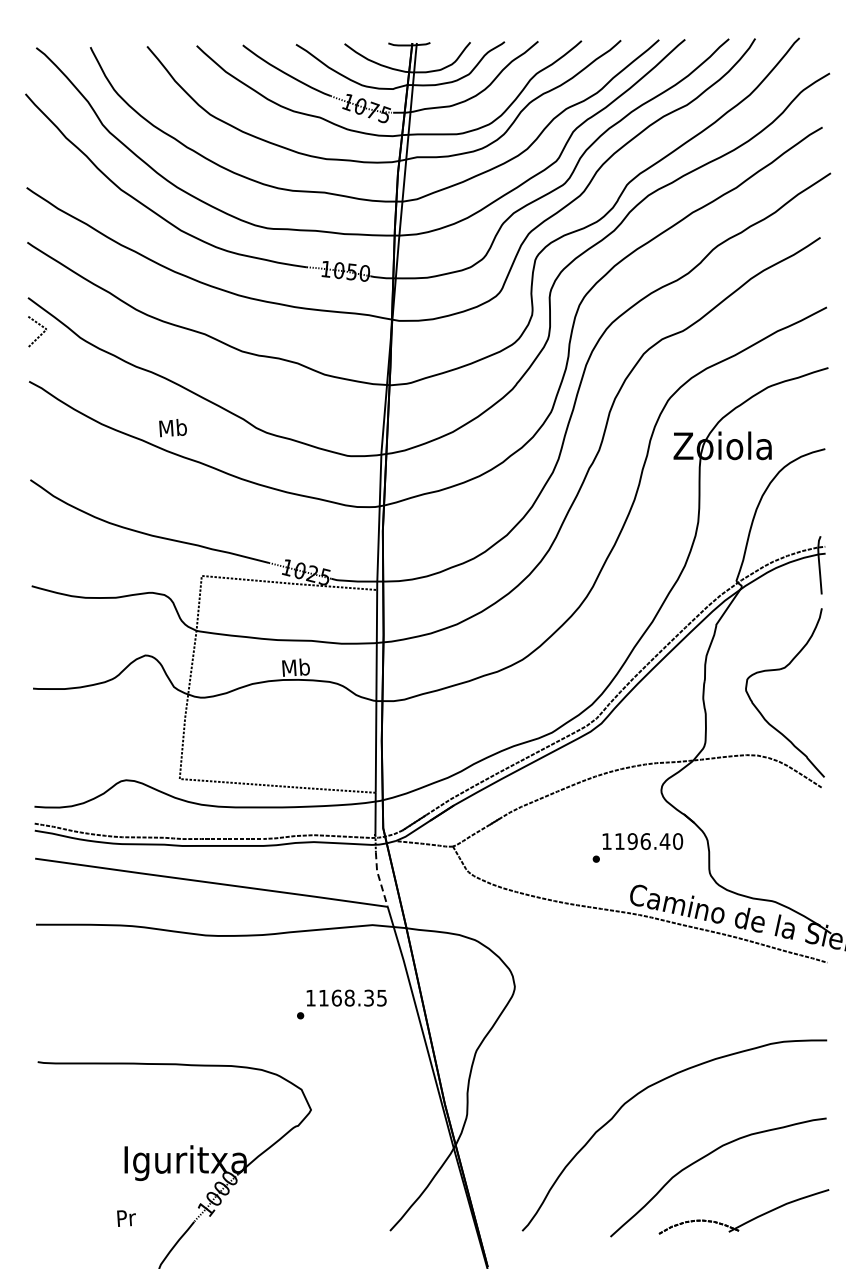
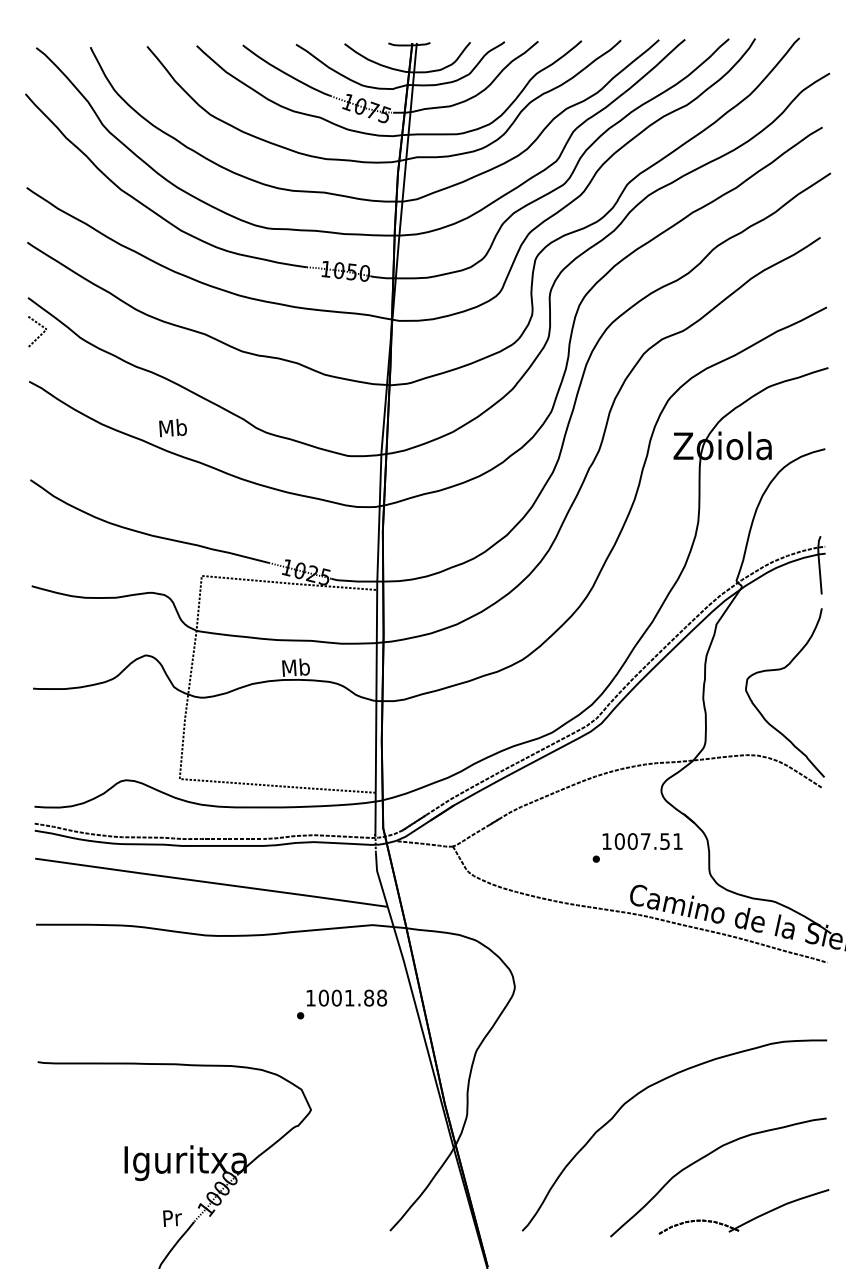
text at (648, 841): 1196.40 -> 1007.51
line at (379, 879): dashed -> solid
text at (352, 997): 1168.35 -> 1001.88
text at (126, 1218) position: (126, 1218) -> (172, 1218)
